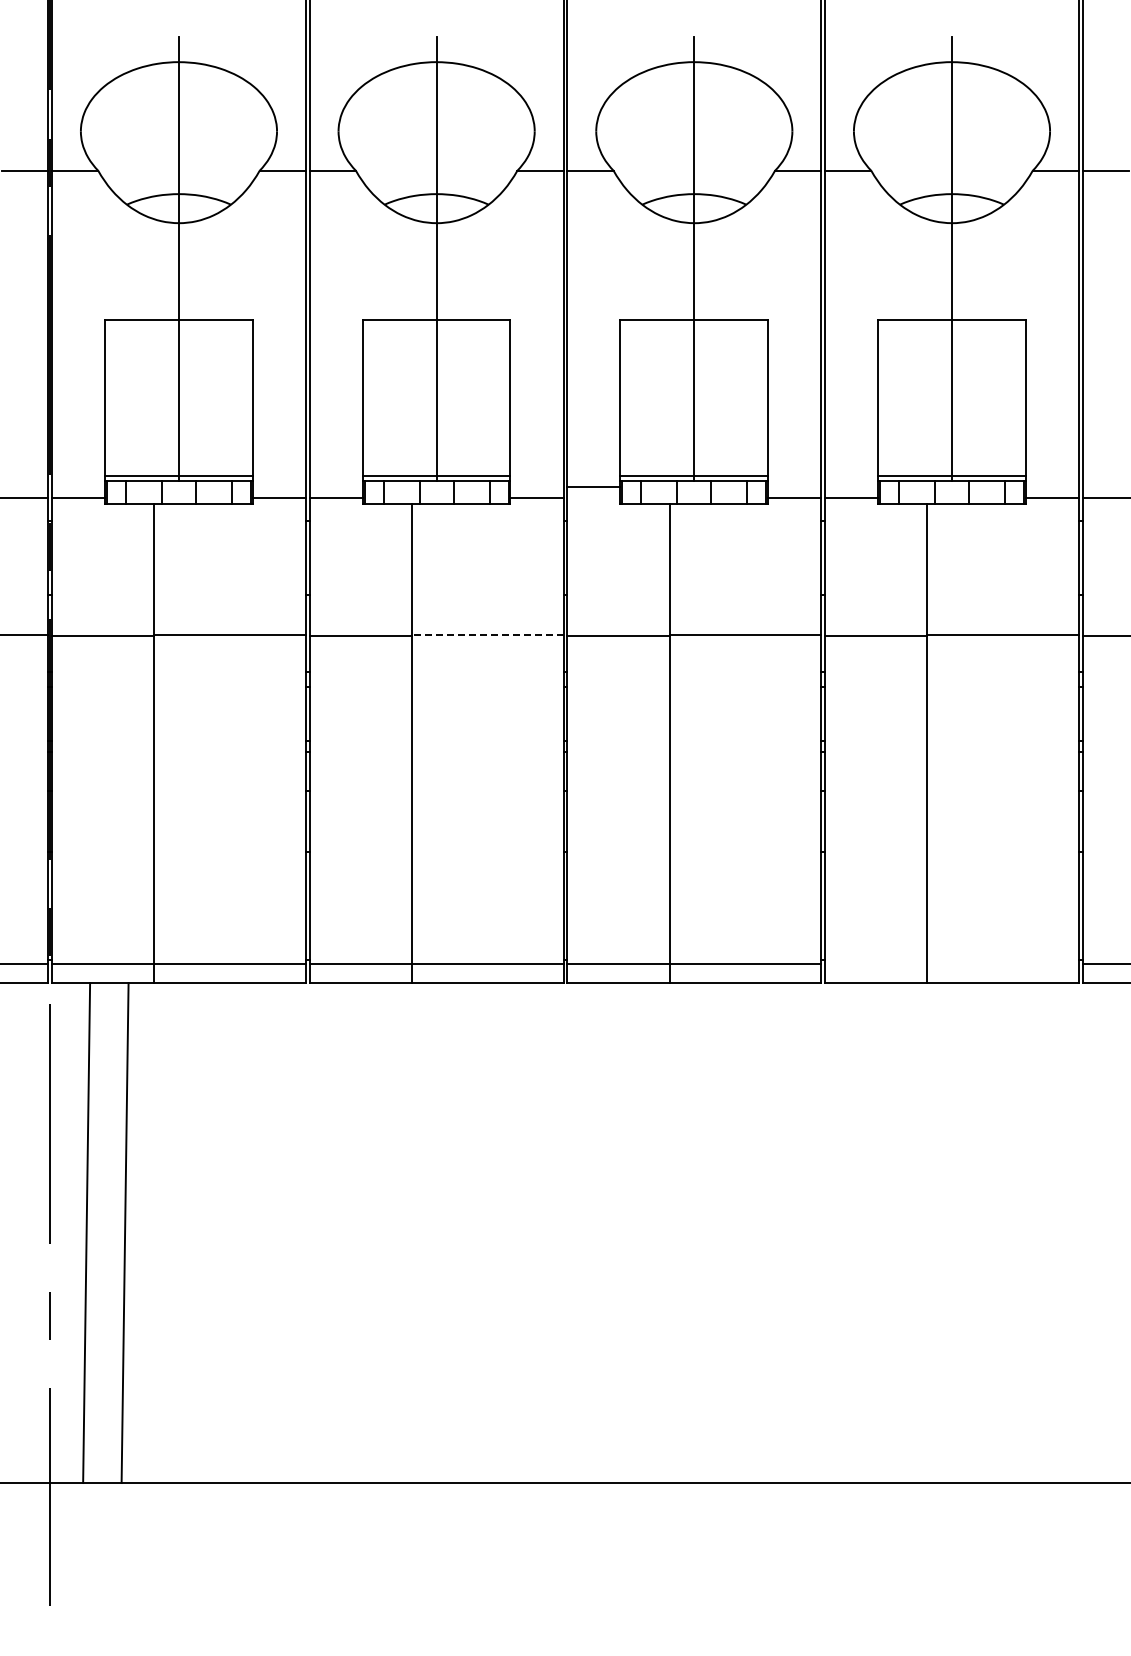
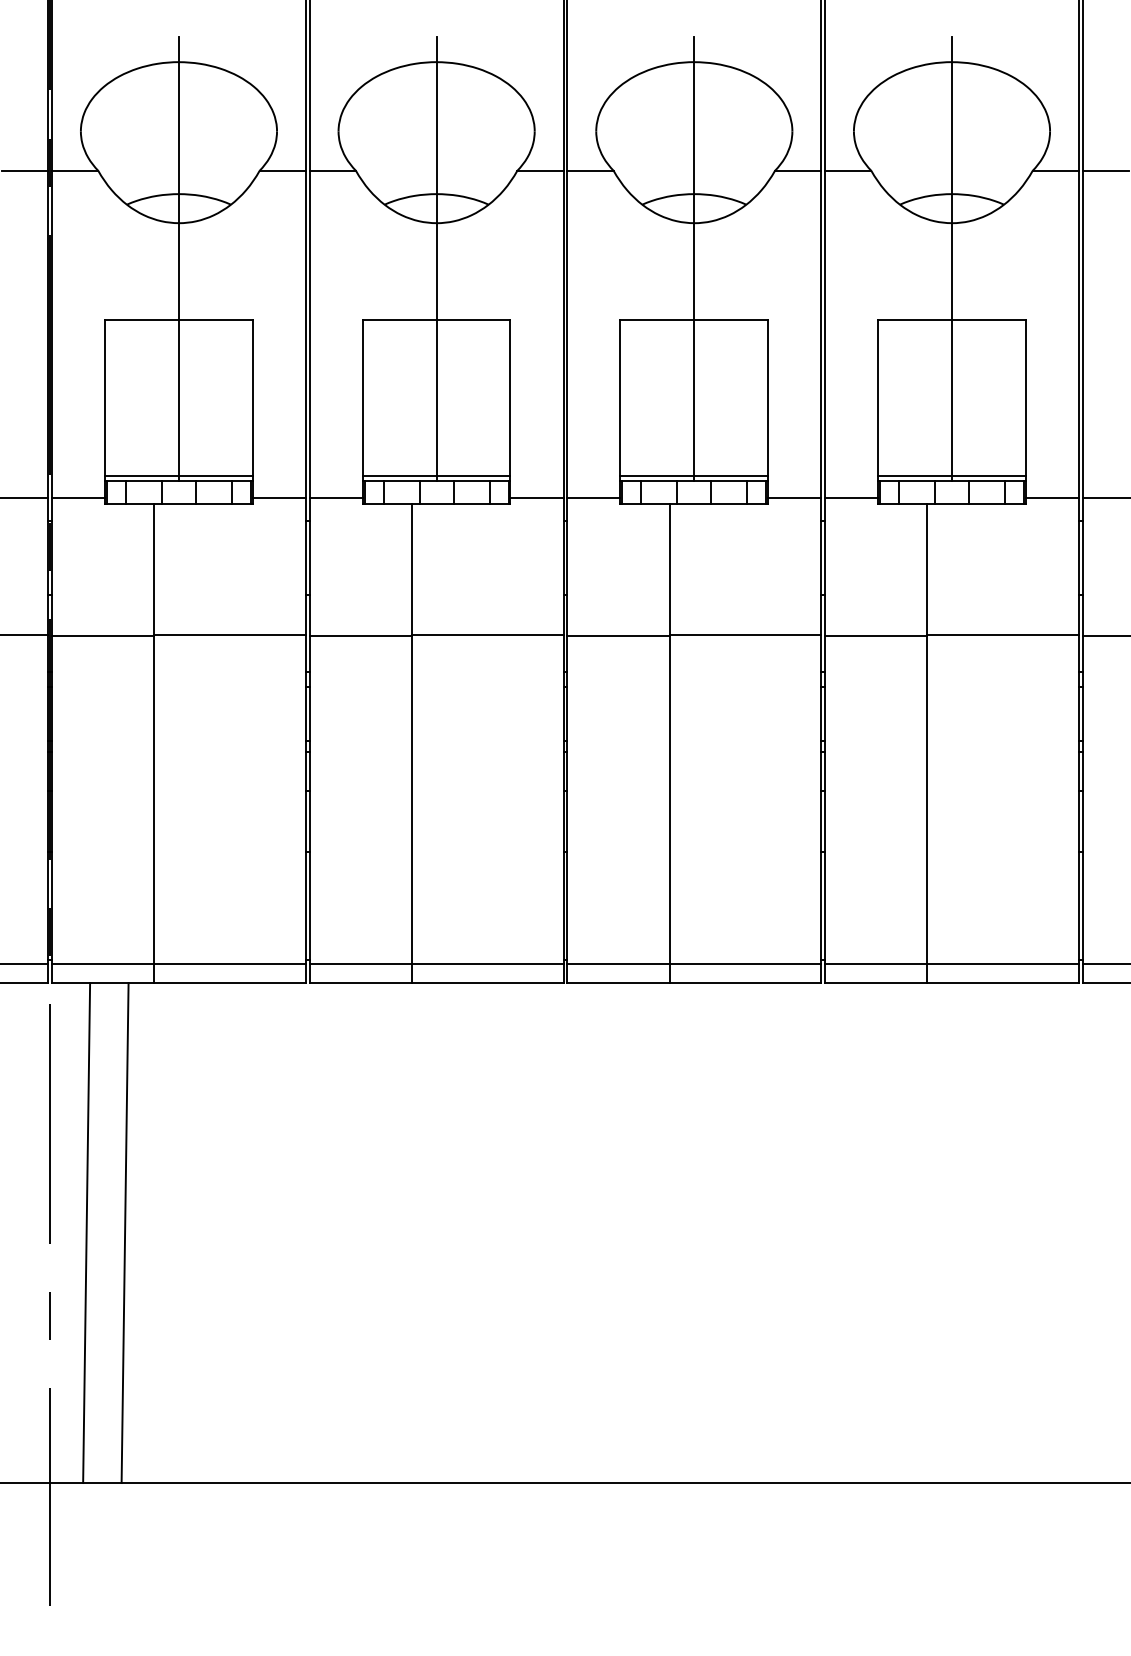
line at (593, 486) position: (593, 486) -> (593, 497)
line at (487, 634): dashed -> solid
line at (951, 963): none -> present
